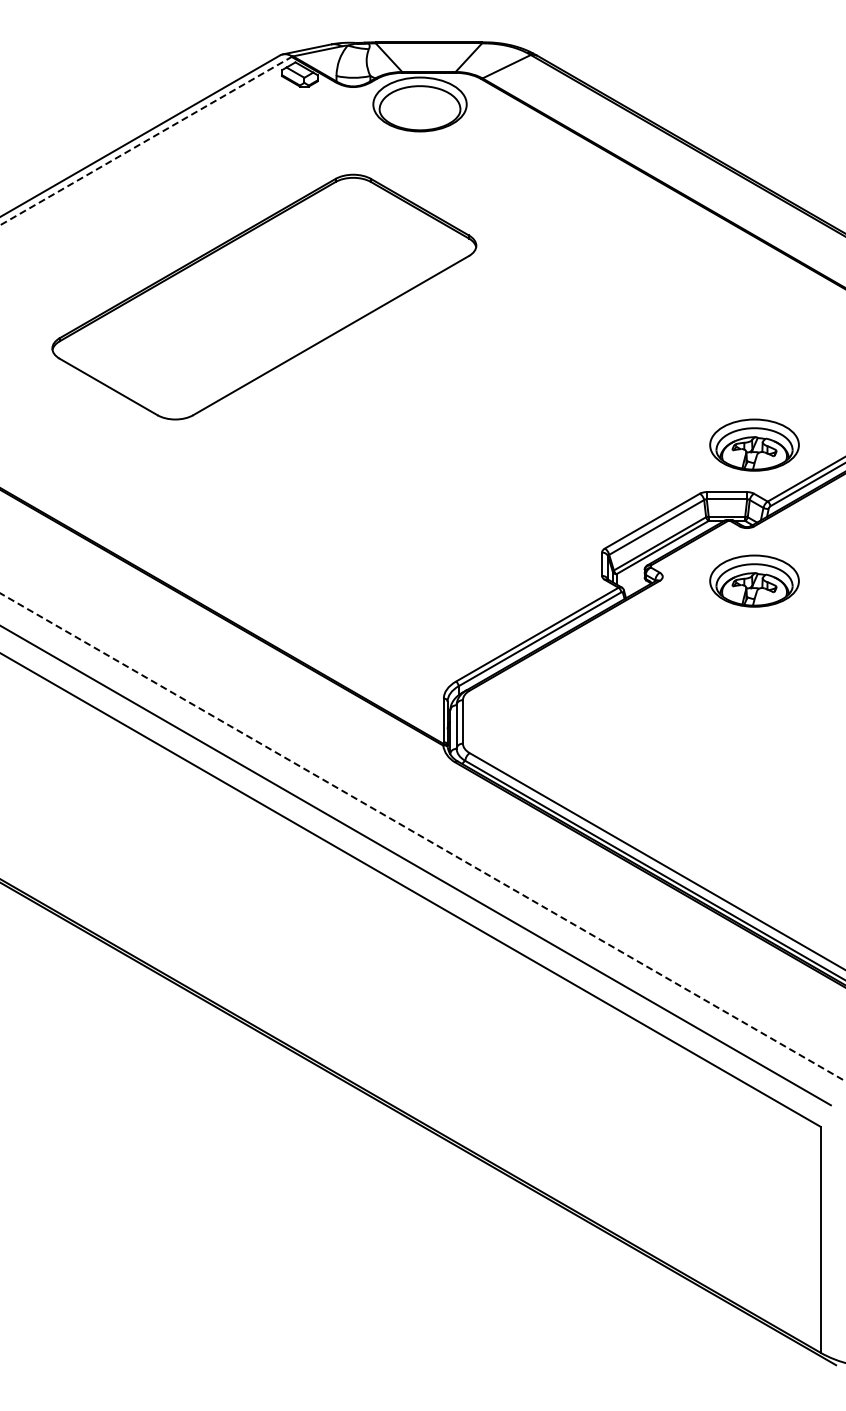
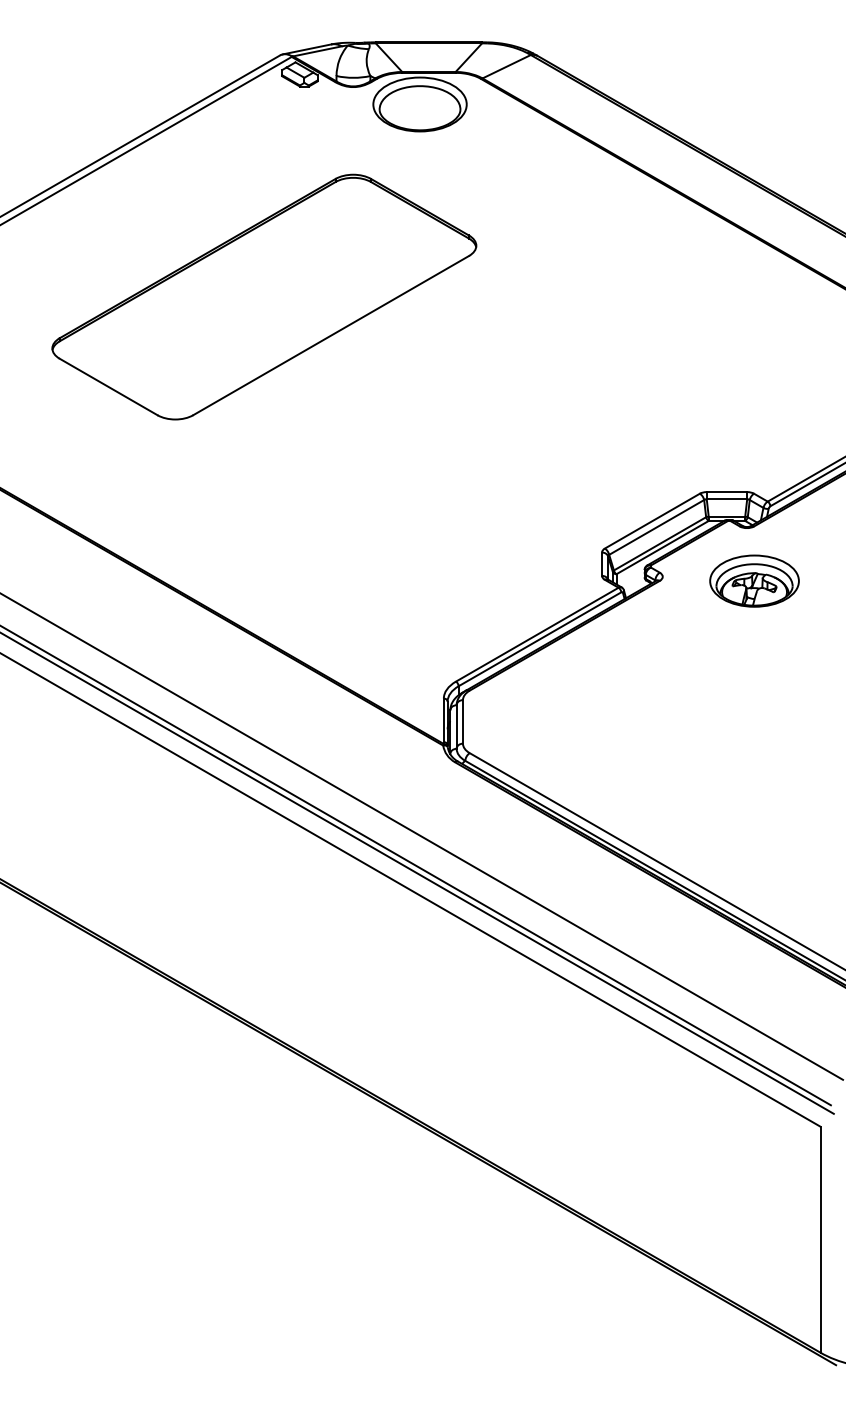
line at (146, 140): dashed -> solid
part at (754, 444): present -> none
line at (421, 836): dashed -> solid
line at (417, 873): none -> present
